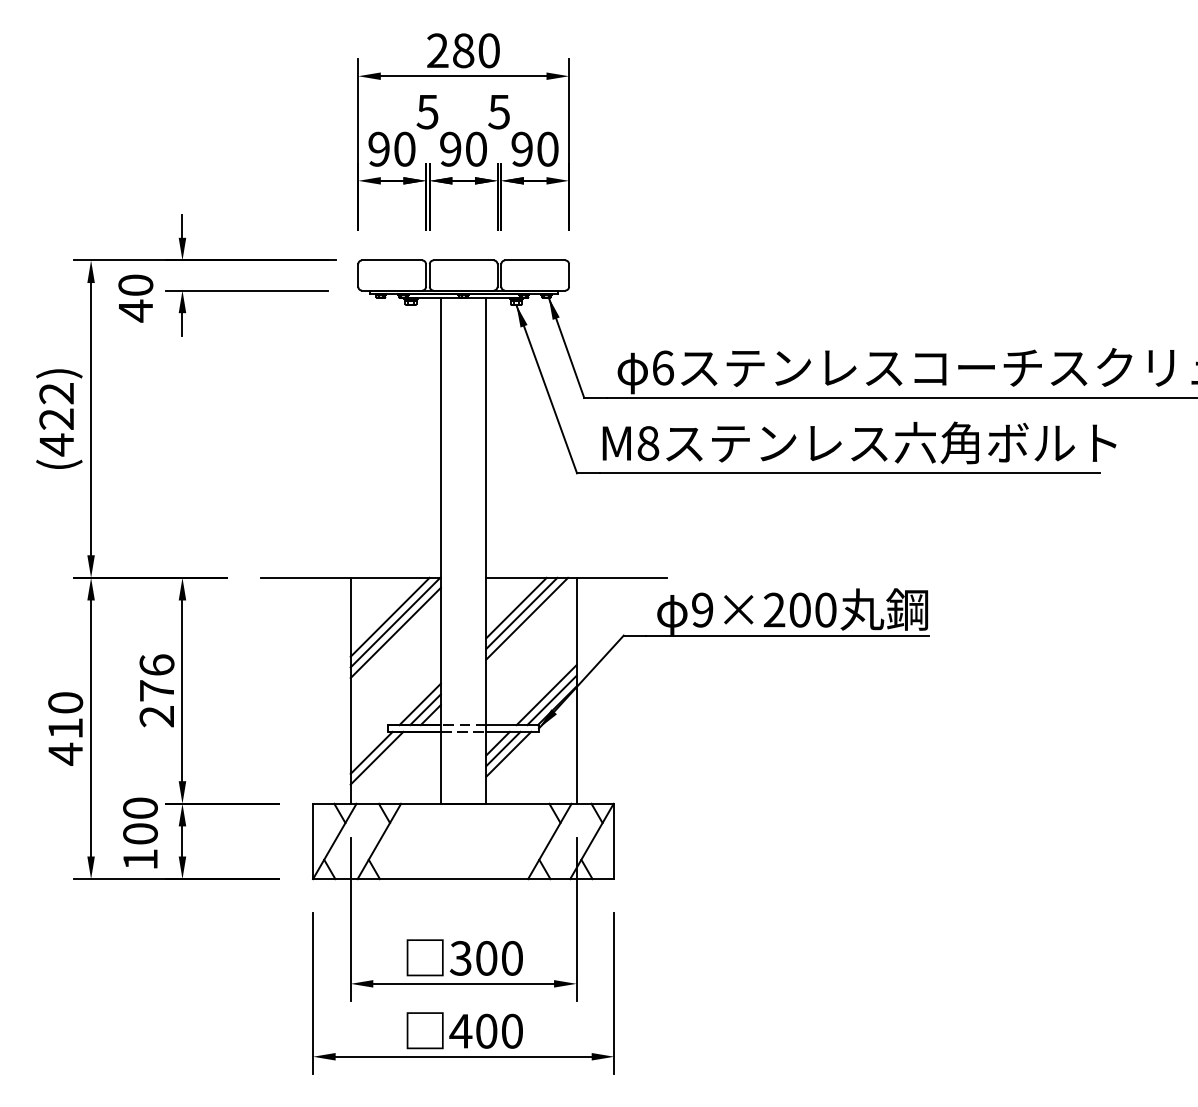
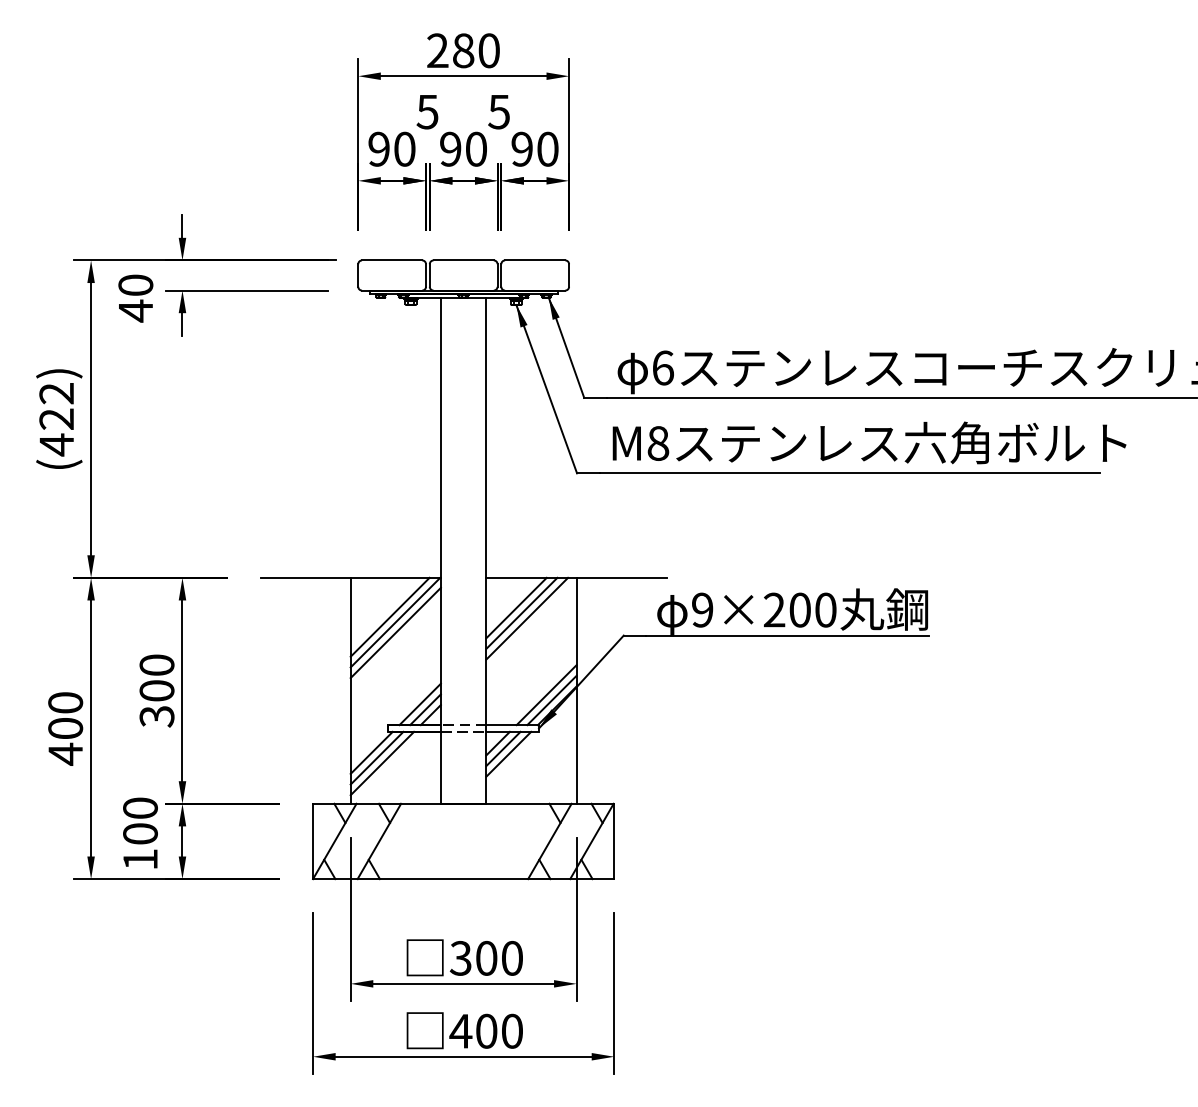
text at (859, 442) position: (859, 442) -> (869, 442)
text at (156, 690): 276 -> 300
text at (65, 728): 410 -> 400
line at (382, 763): none -> present
